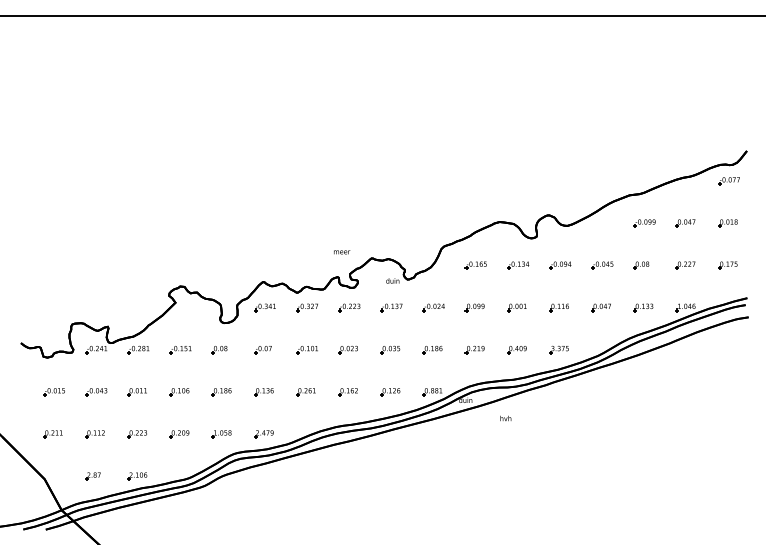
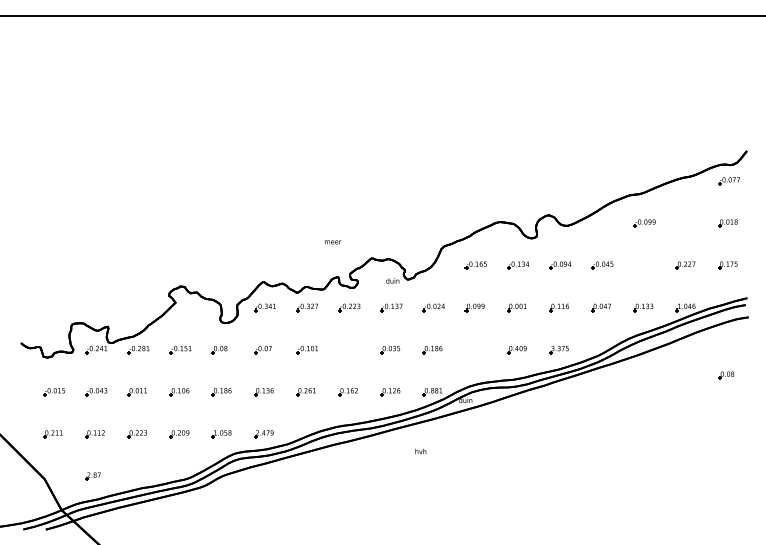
part at (685, 223): present -> none
text at (342, 252) position: (342, 252) -> (333, 242)
part at (641, 265) position: (641, 265) -> (726, 375)
part at (347, 349): present -> none
part at (474, 349): present -> none
text at (505, 418) position: (505, 418) -> (420, 451)
part at (137, 476): present -> none
